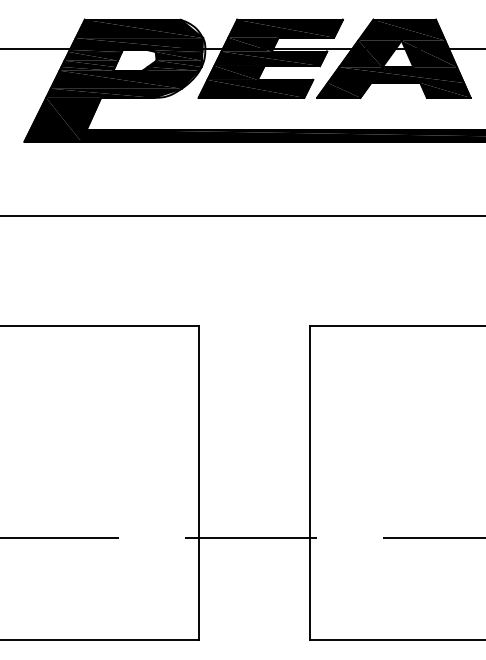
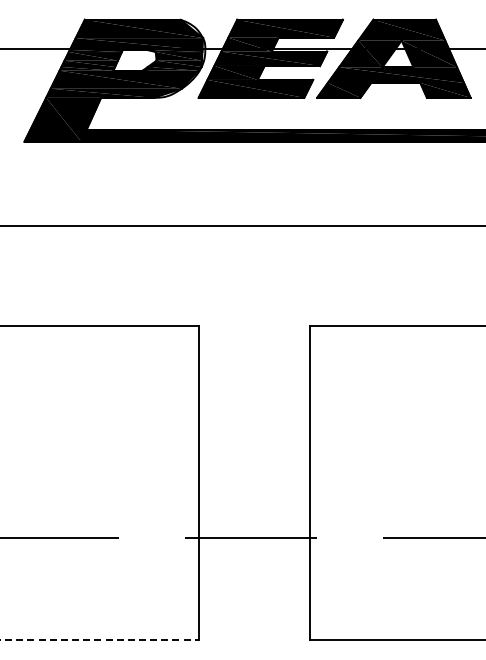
line at (242, 215) position: (242, 215) -> (242, 225)
line at (100, 640): solid -> dashed
